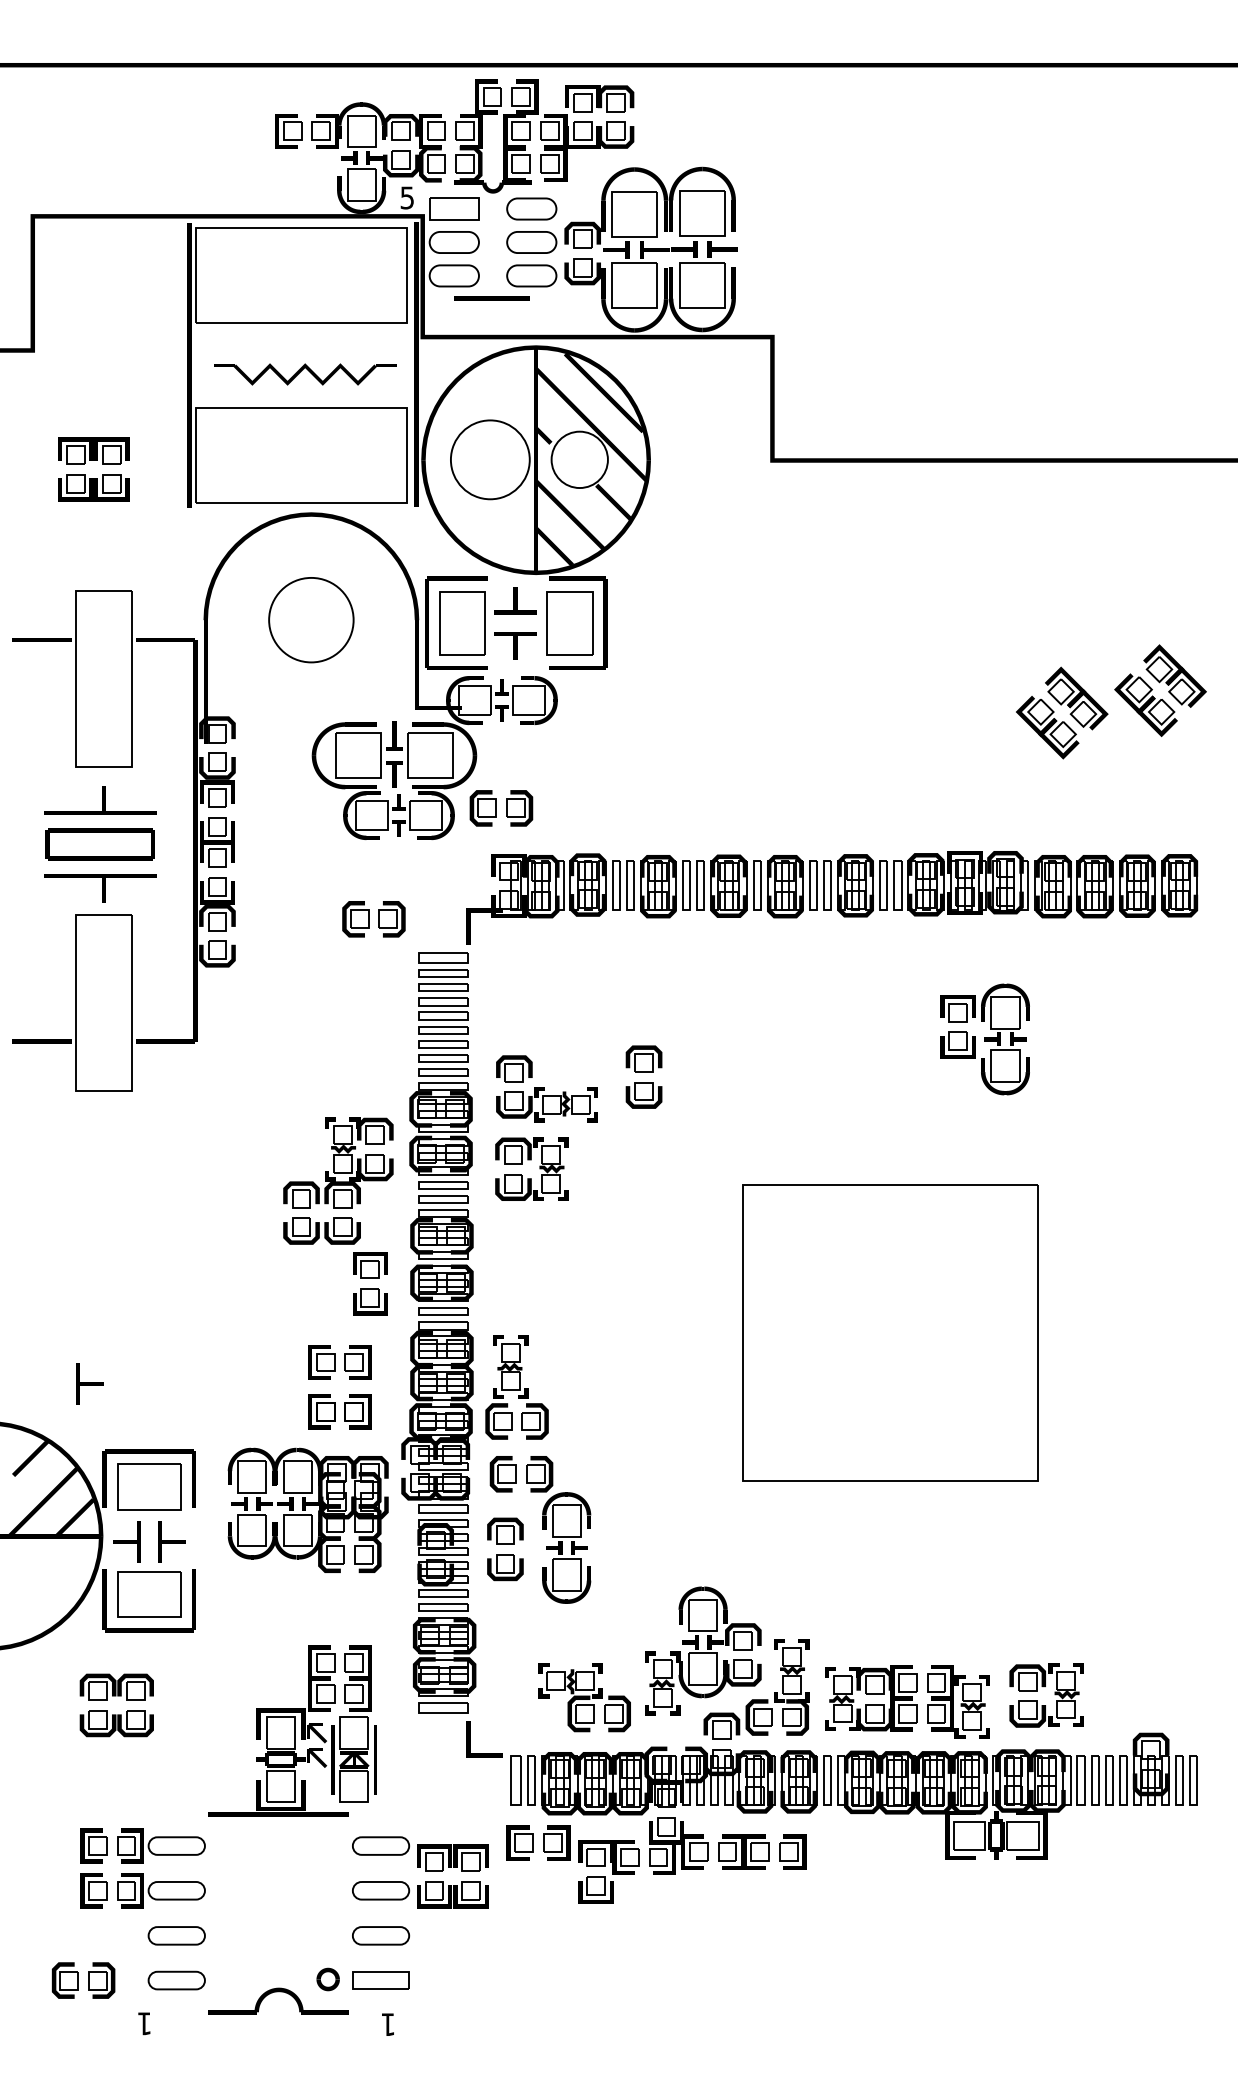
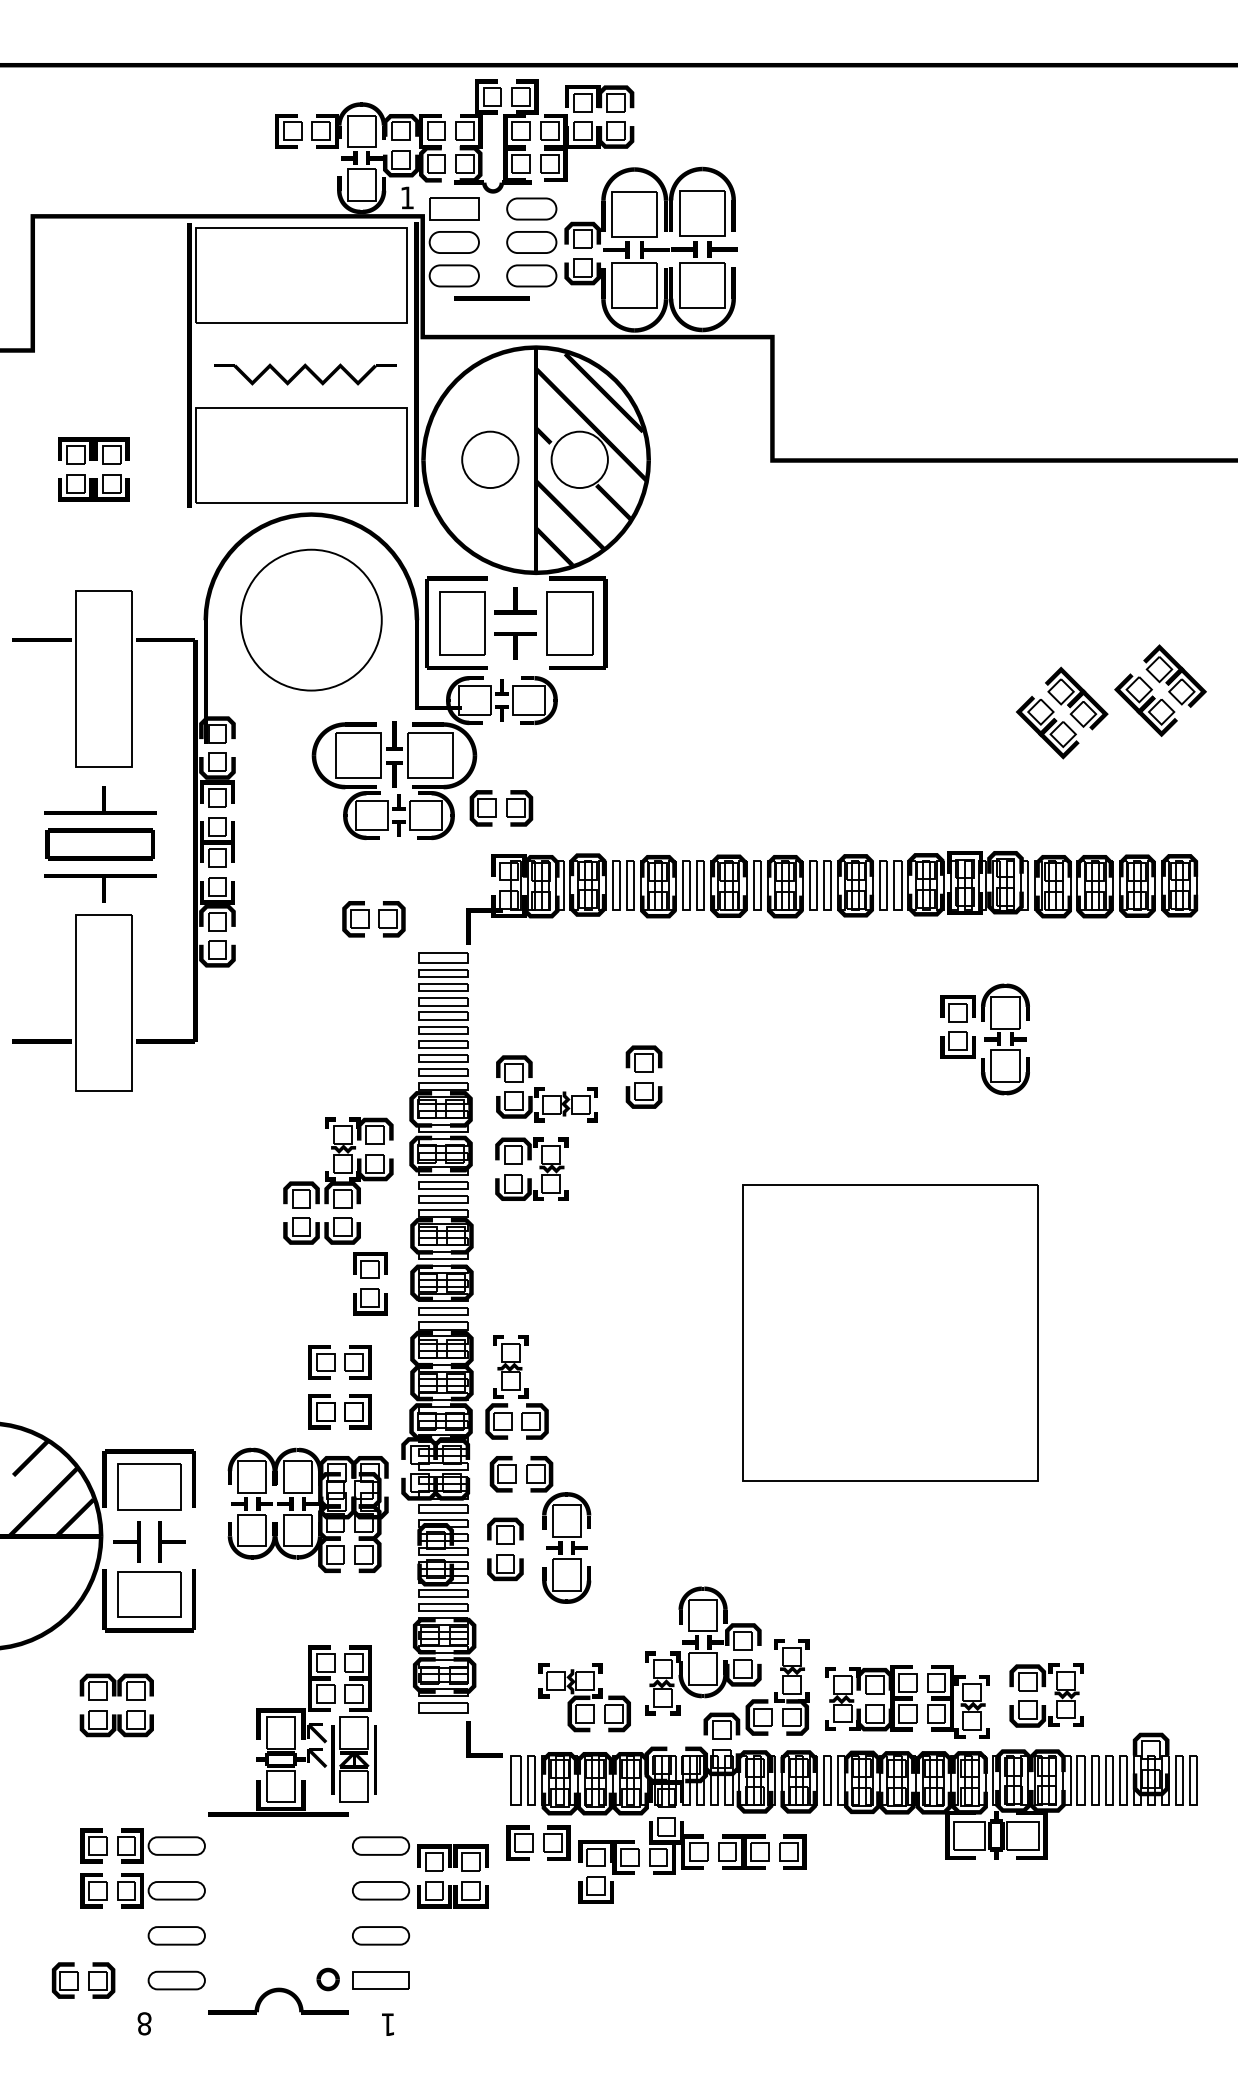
text at (406, 197): 5 -> 1
circle at (489, 459) diameter: 79 px -> 56 px
circle at (311, 619) diameter: 85 px -> 141 px
part at (89, 1383): present -> none
text at (144, 2023): 1 -> 8
